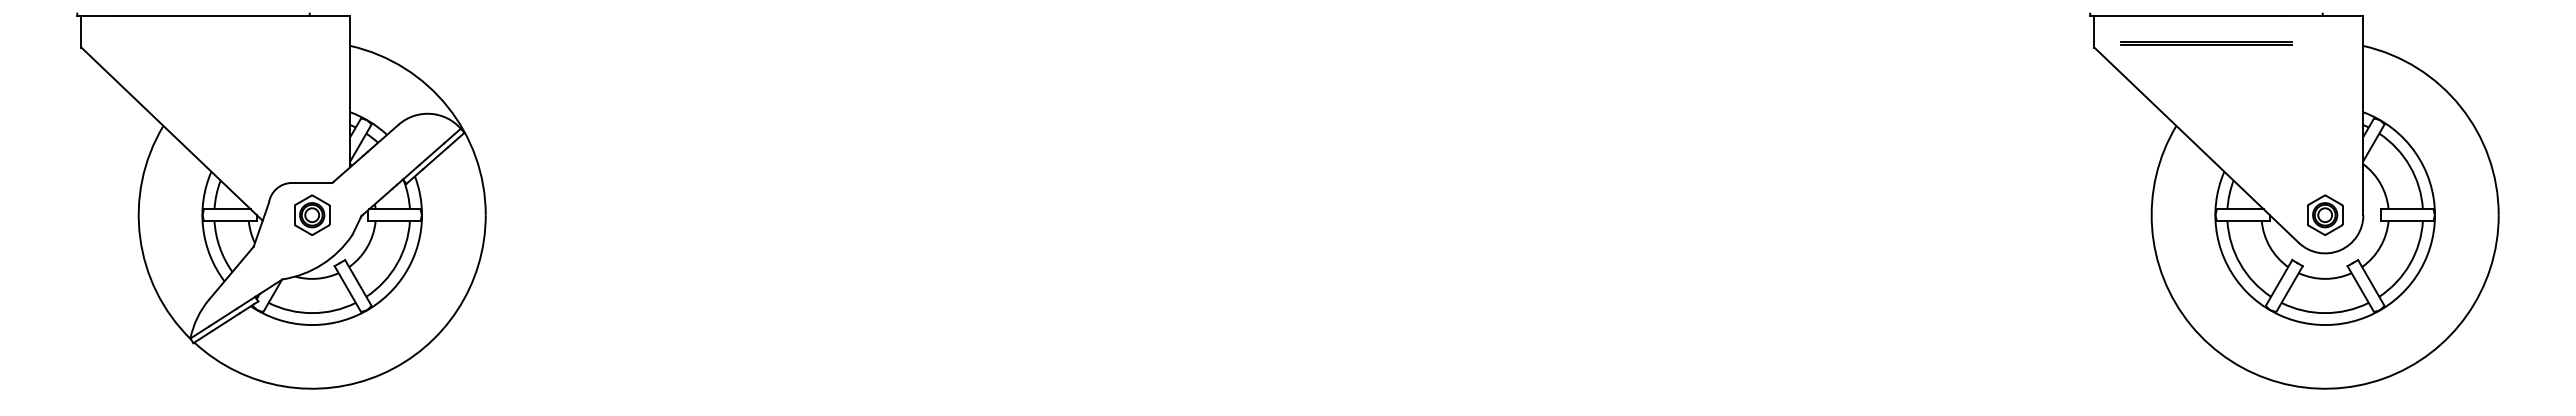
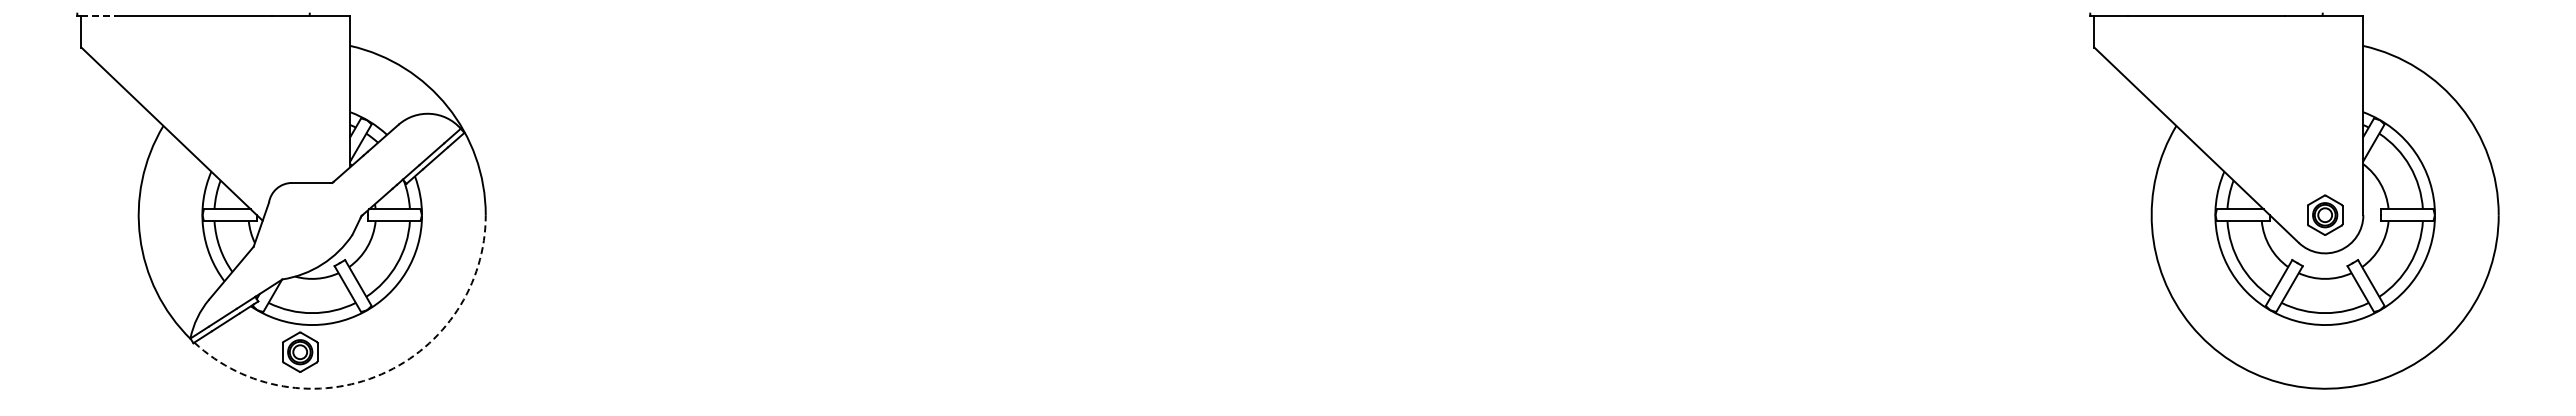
line at (98, 15): solid -> dashed
line at (2206, 42): present -> none
part at (312, 214) position: (312, 214) -> (300, 351)
arc at (381, 374): solid -> dashed
